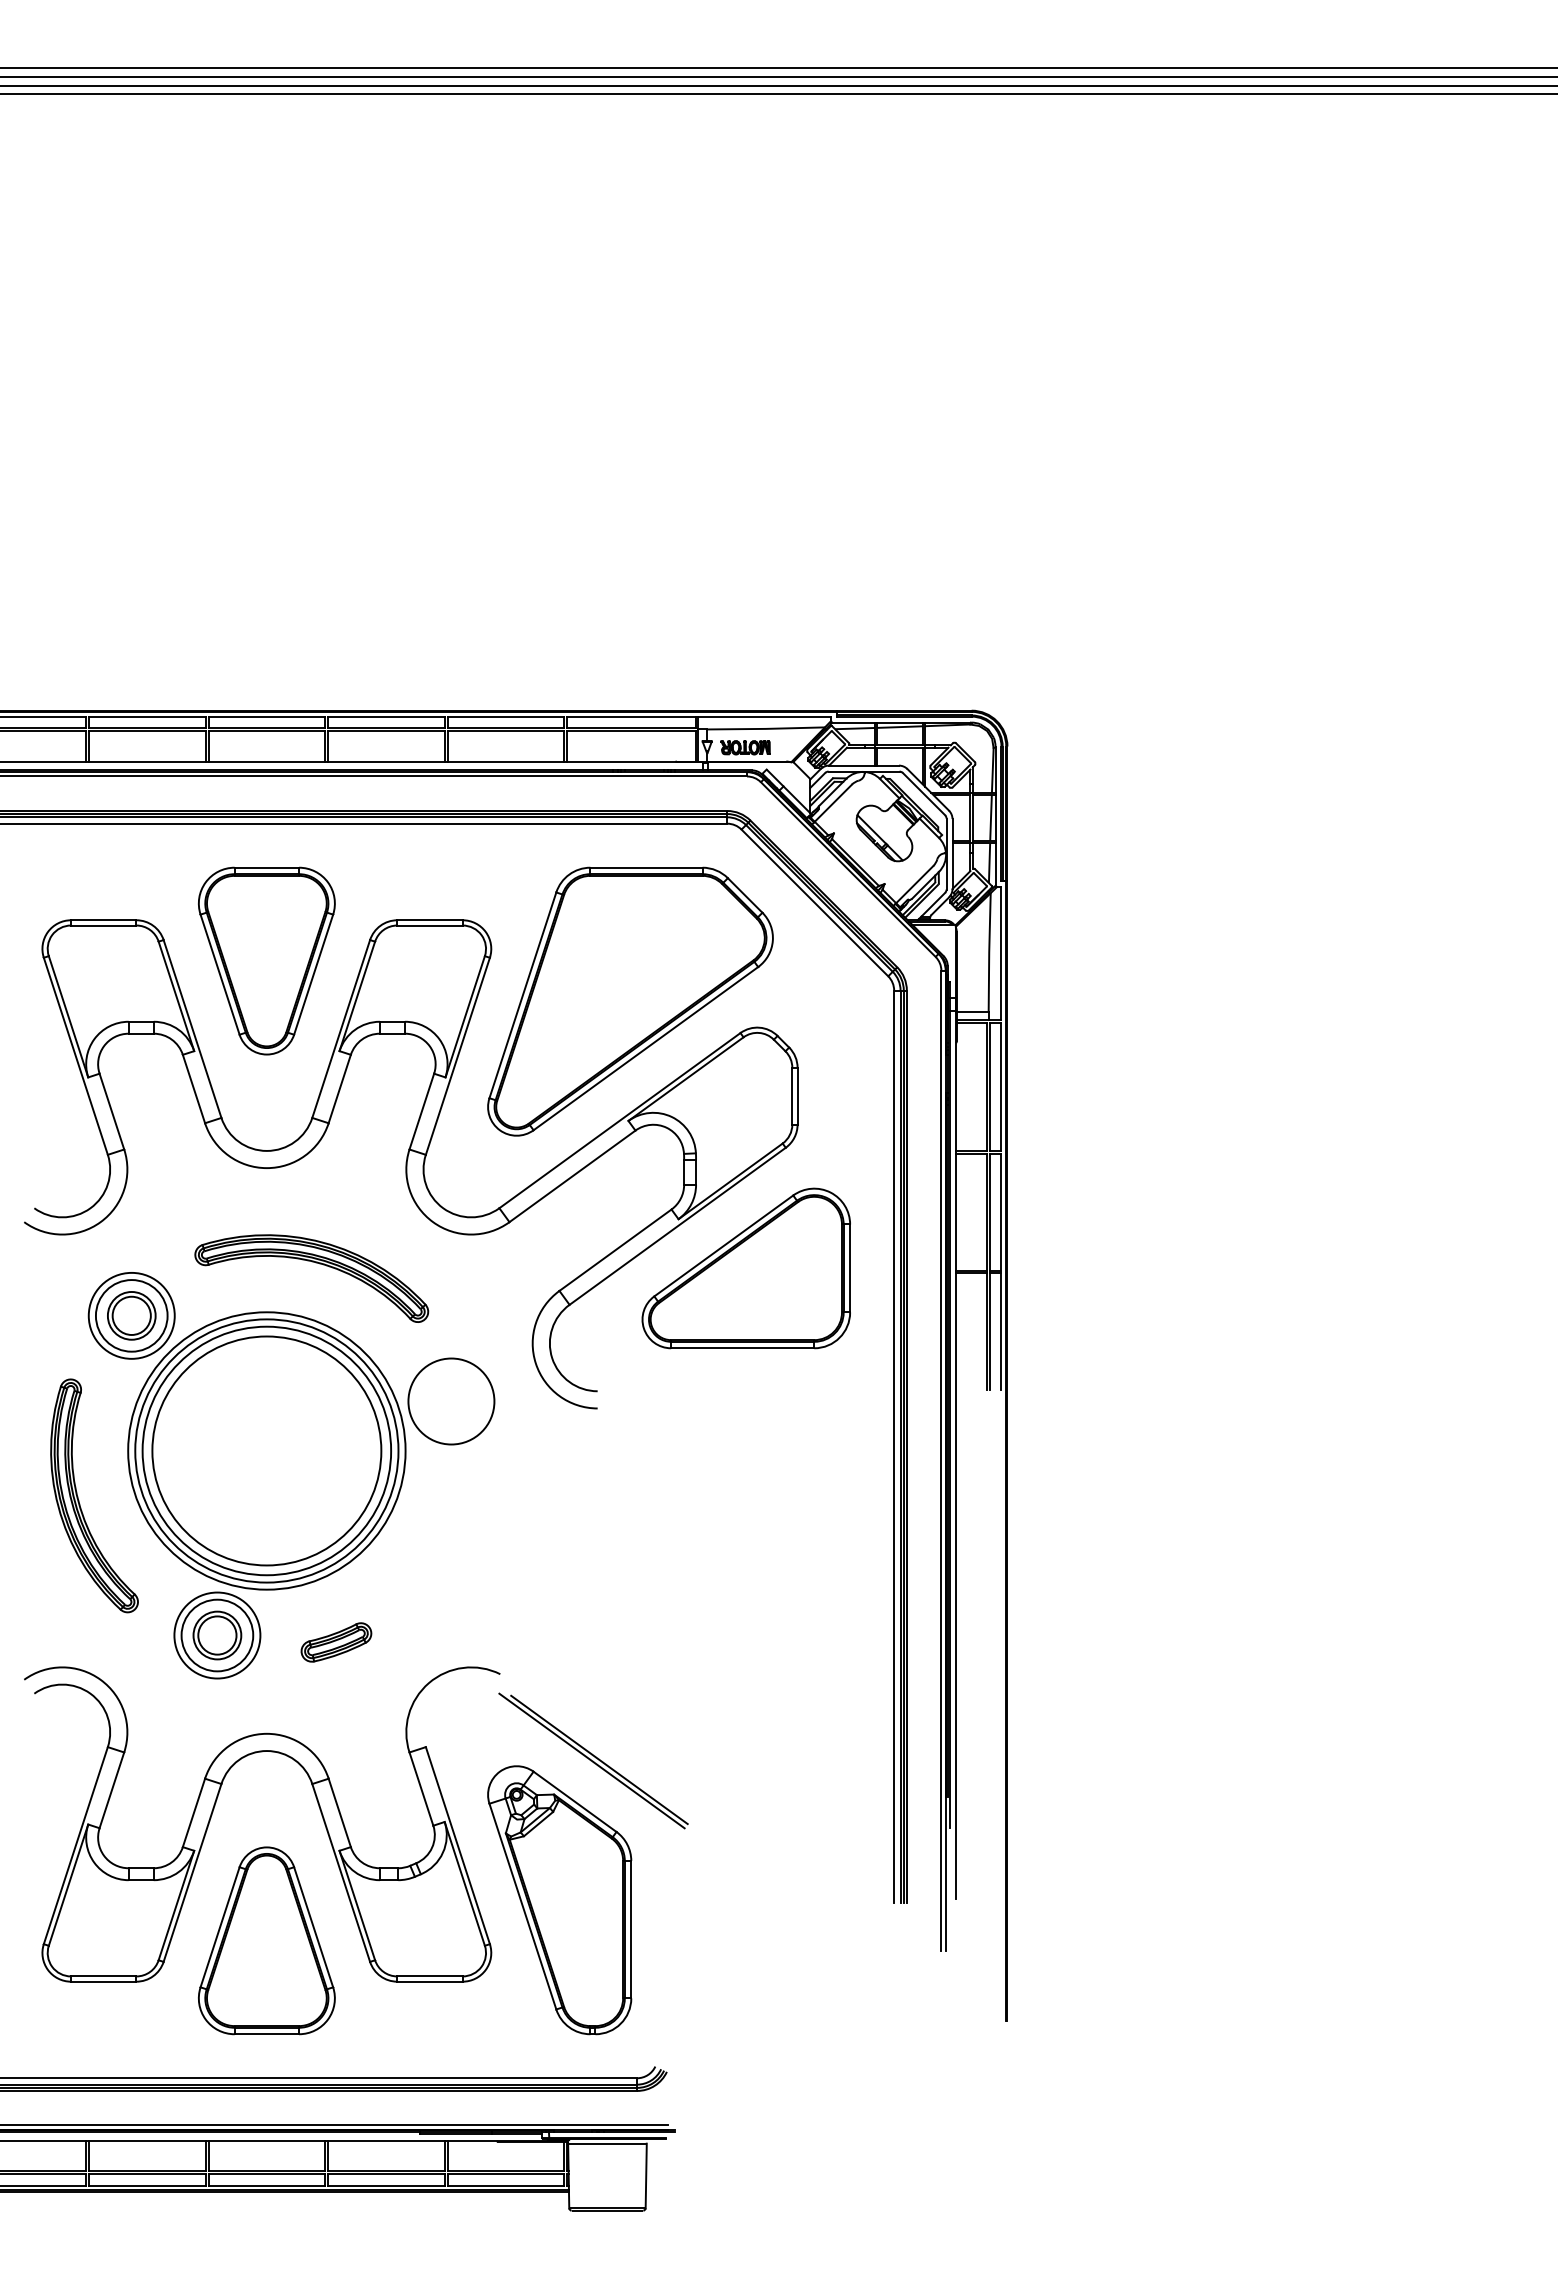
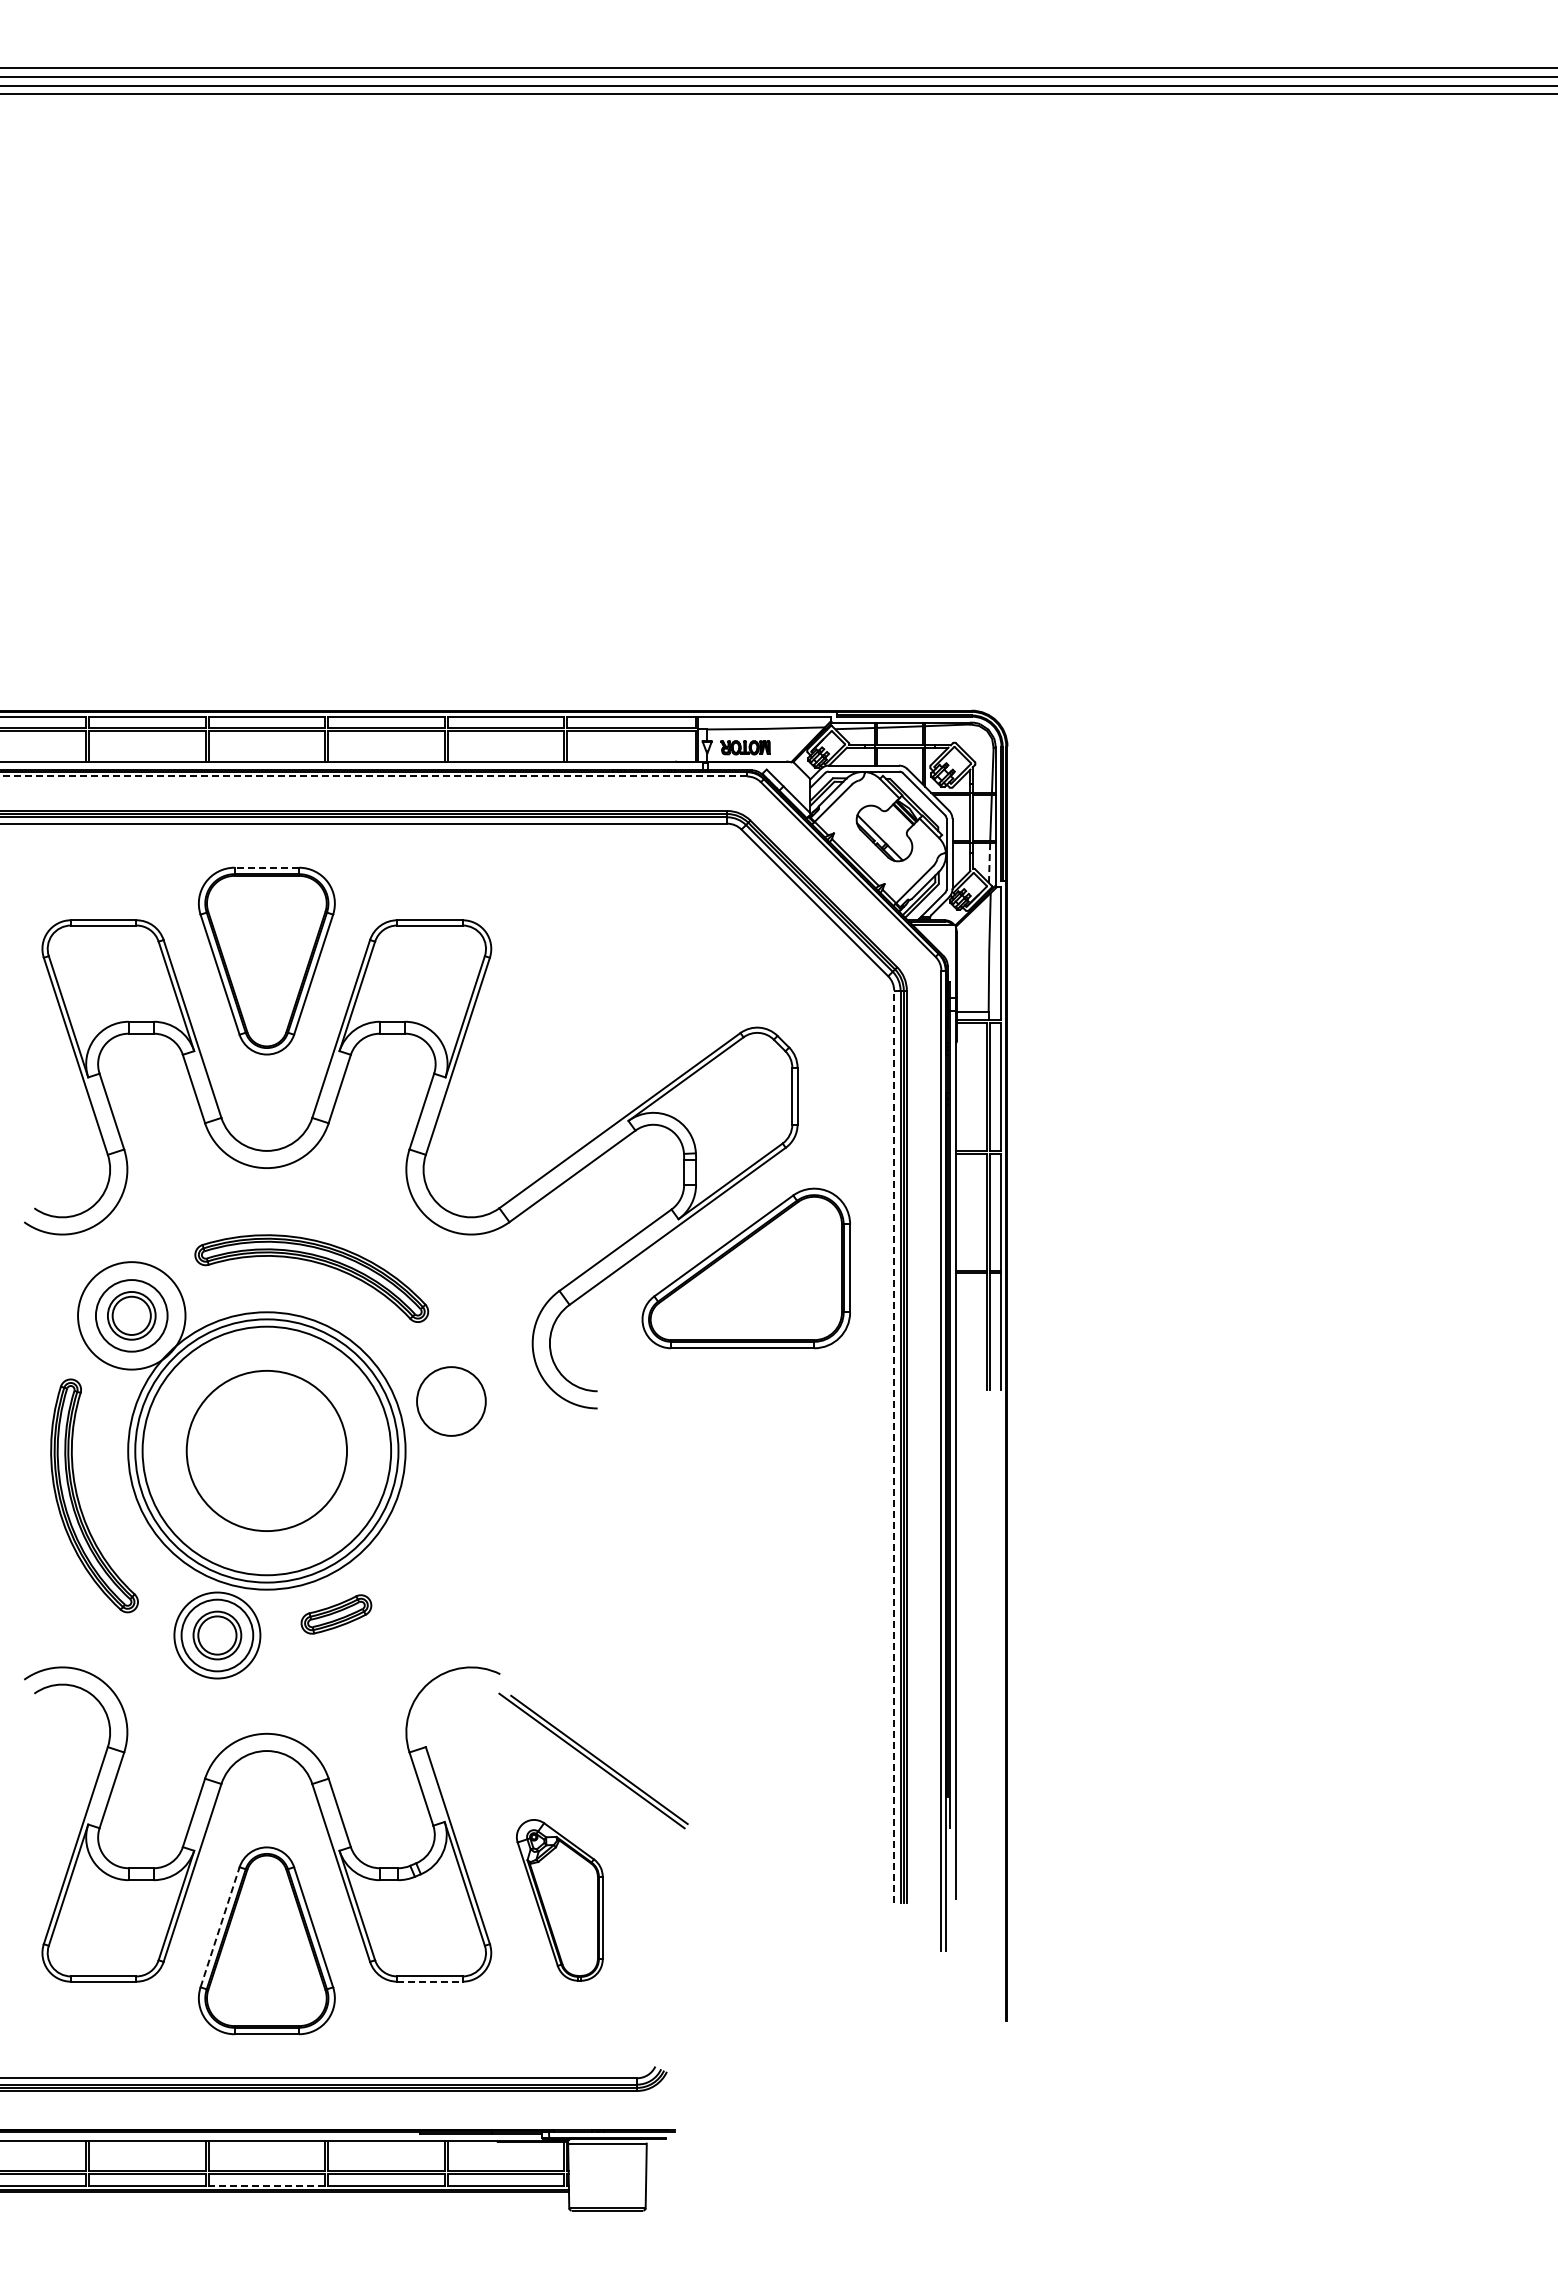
line at (373, 776): solid -> dashed
line at (989, 863): solid -> dashed
line at (266, 867): solid -> dashed
part at (630, 1001): present -> none
circle at (131, 1315) diameter: 86 px -> 107 px
circle at (451, 1401) diameter: 86 px -> 69 px
line at (894, 1446): solid -> dashed
circle at (266, 1450) diameter: 229 px -> 160 px
part at (336, 1642) position: (336, 1642) -> (336, 1614)
part at (559, 1900) size: 146x271 px -> 88x163 px
line at (220, 1926): solid -> dashed
line at (430, 1981): solid -> dashed
line at (334, 2125): present -> none
line at (266, 2185): solid -> dashed
